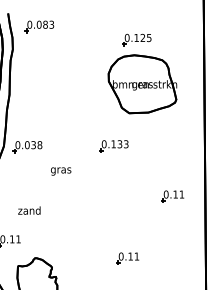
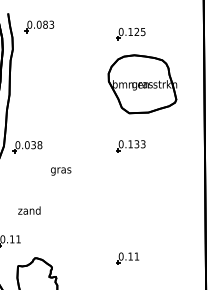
part at (136, 39) position: (136, 39) -> (130, 33)
part at (113, 146) position: (113, 146) -> (130, 146)
part at (172, 196): present -> none
